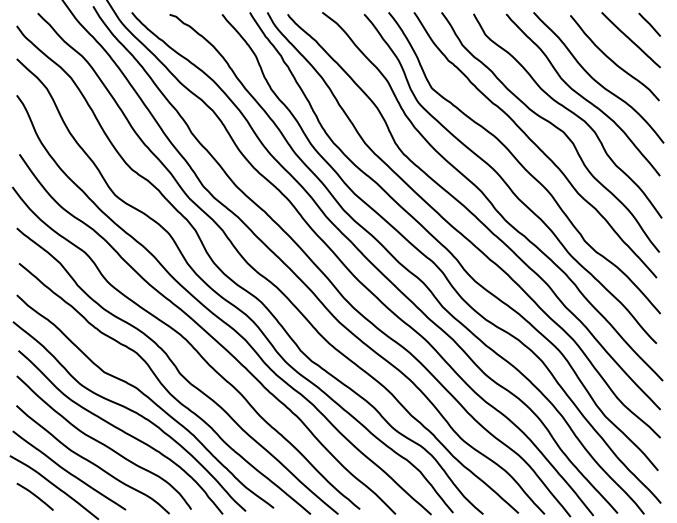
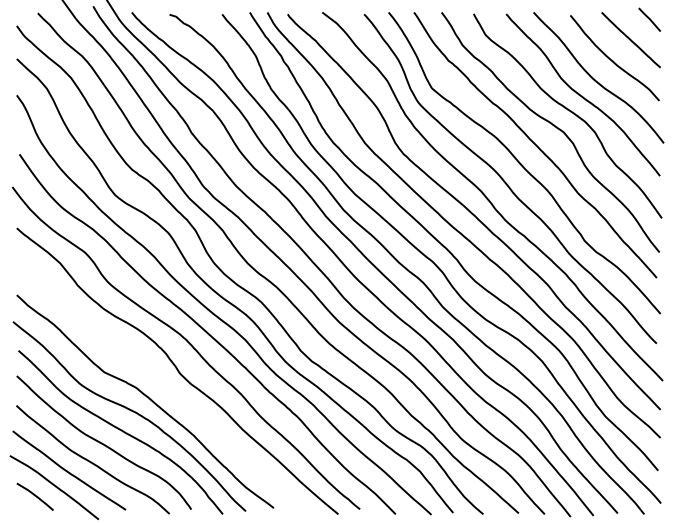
line at (649, 24) position: (649, 24) -> (649, 19)
curve at (164, 388): present -> none
